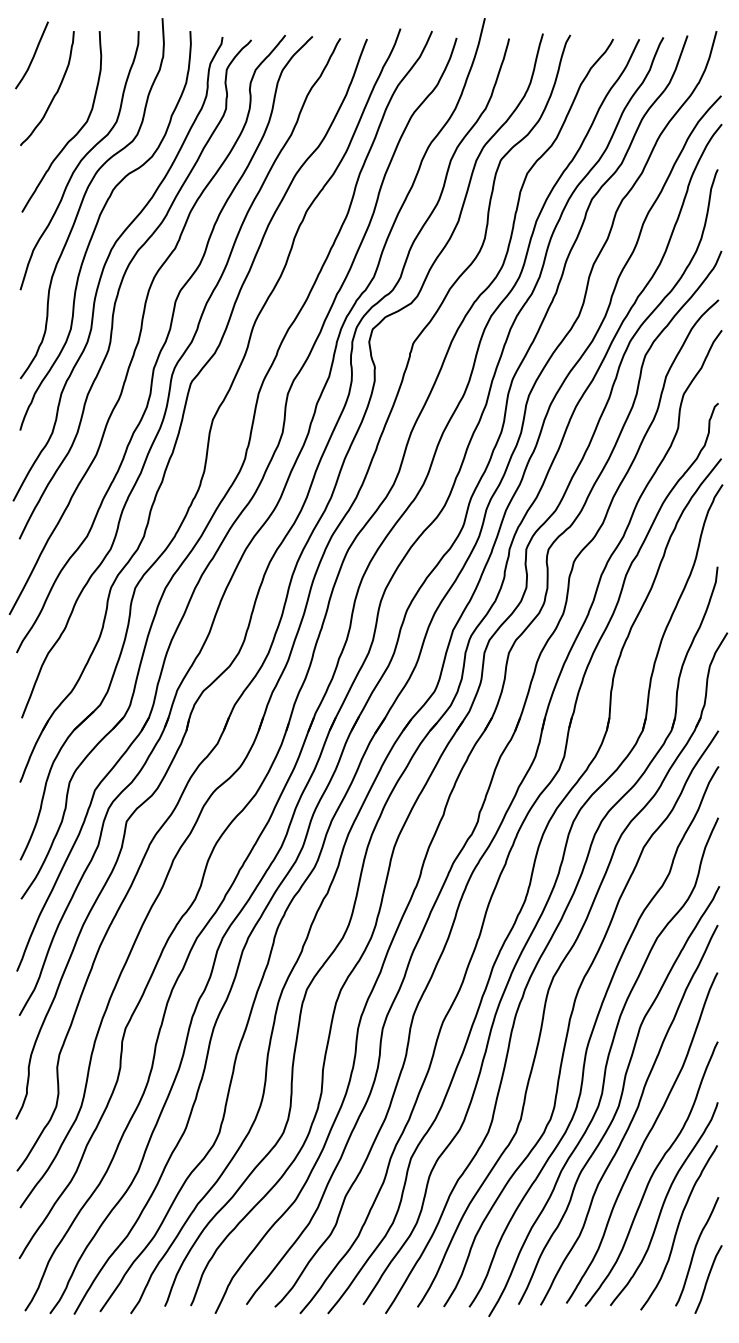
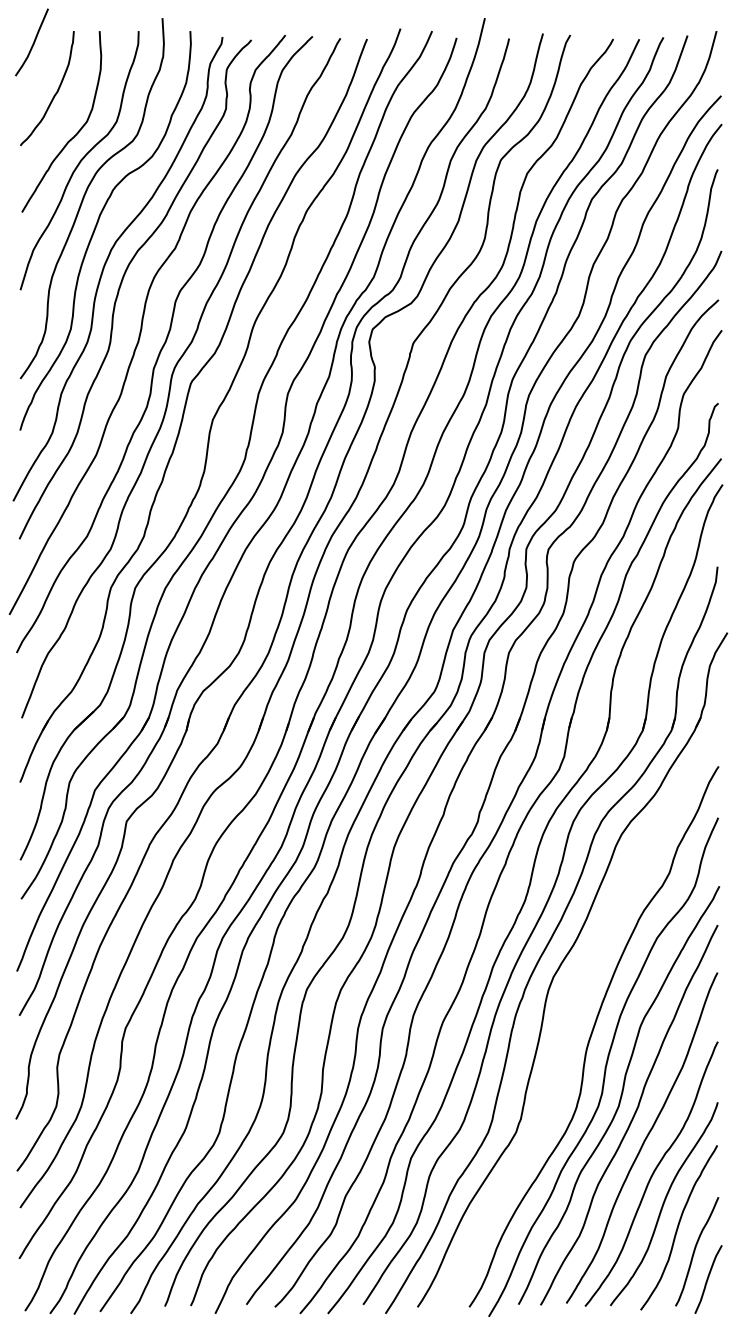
curve at (32, 56) position: (32, 56) -> (32, 43)
curve at (572, 1015): present -> none
